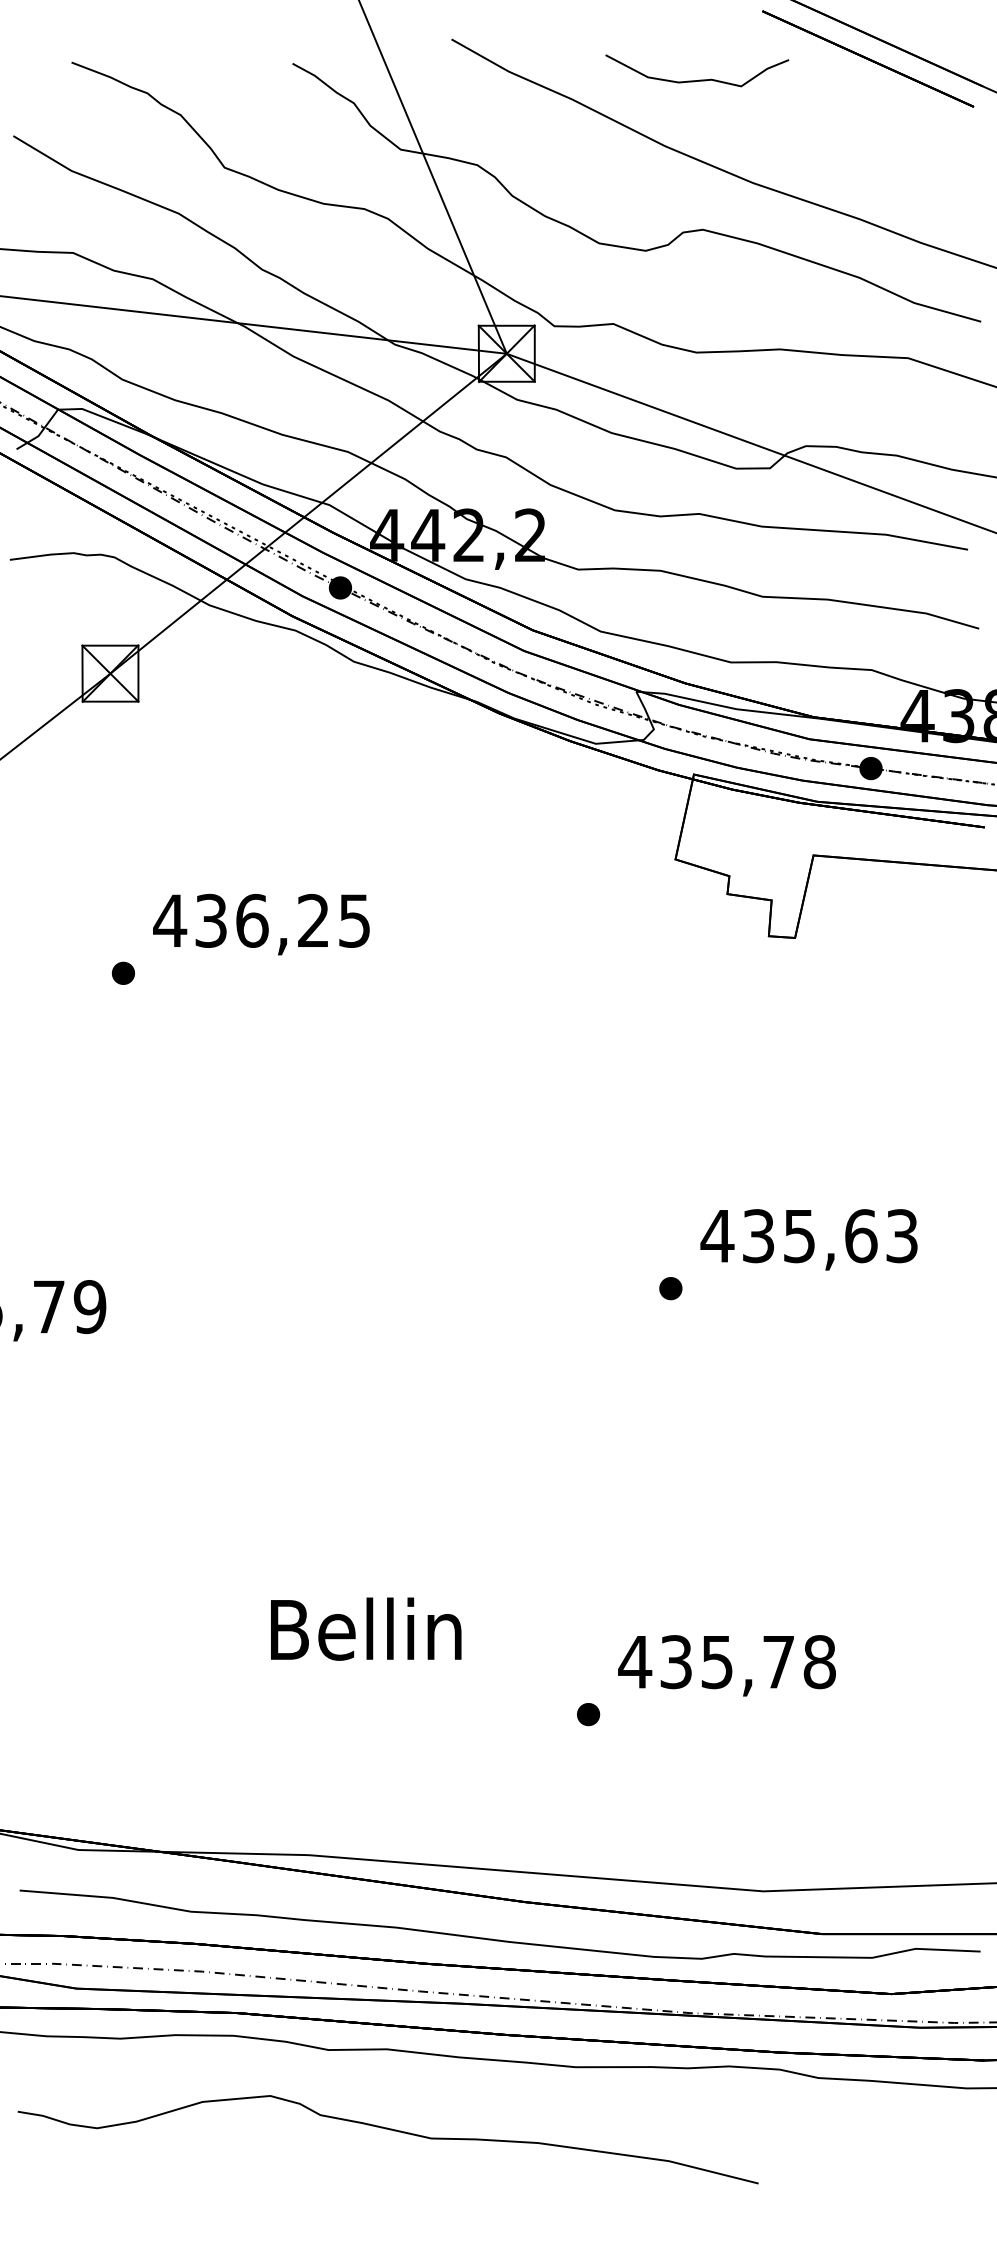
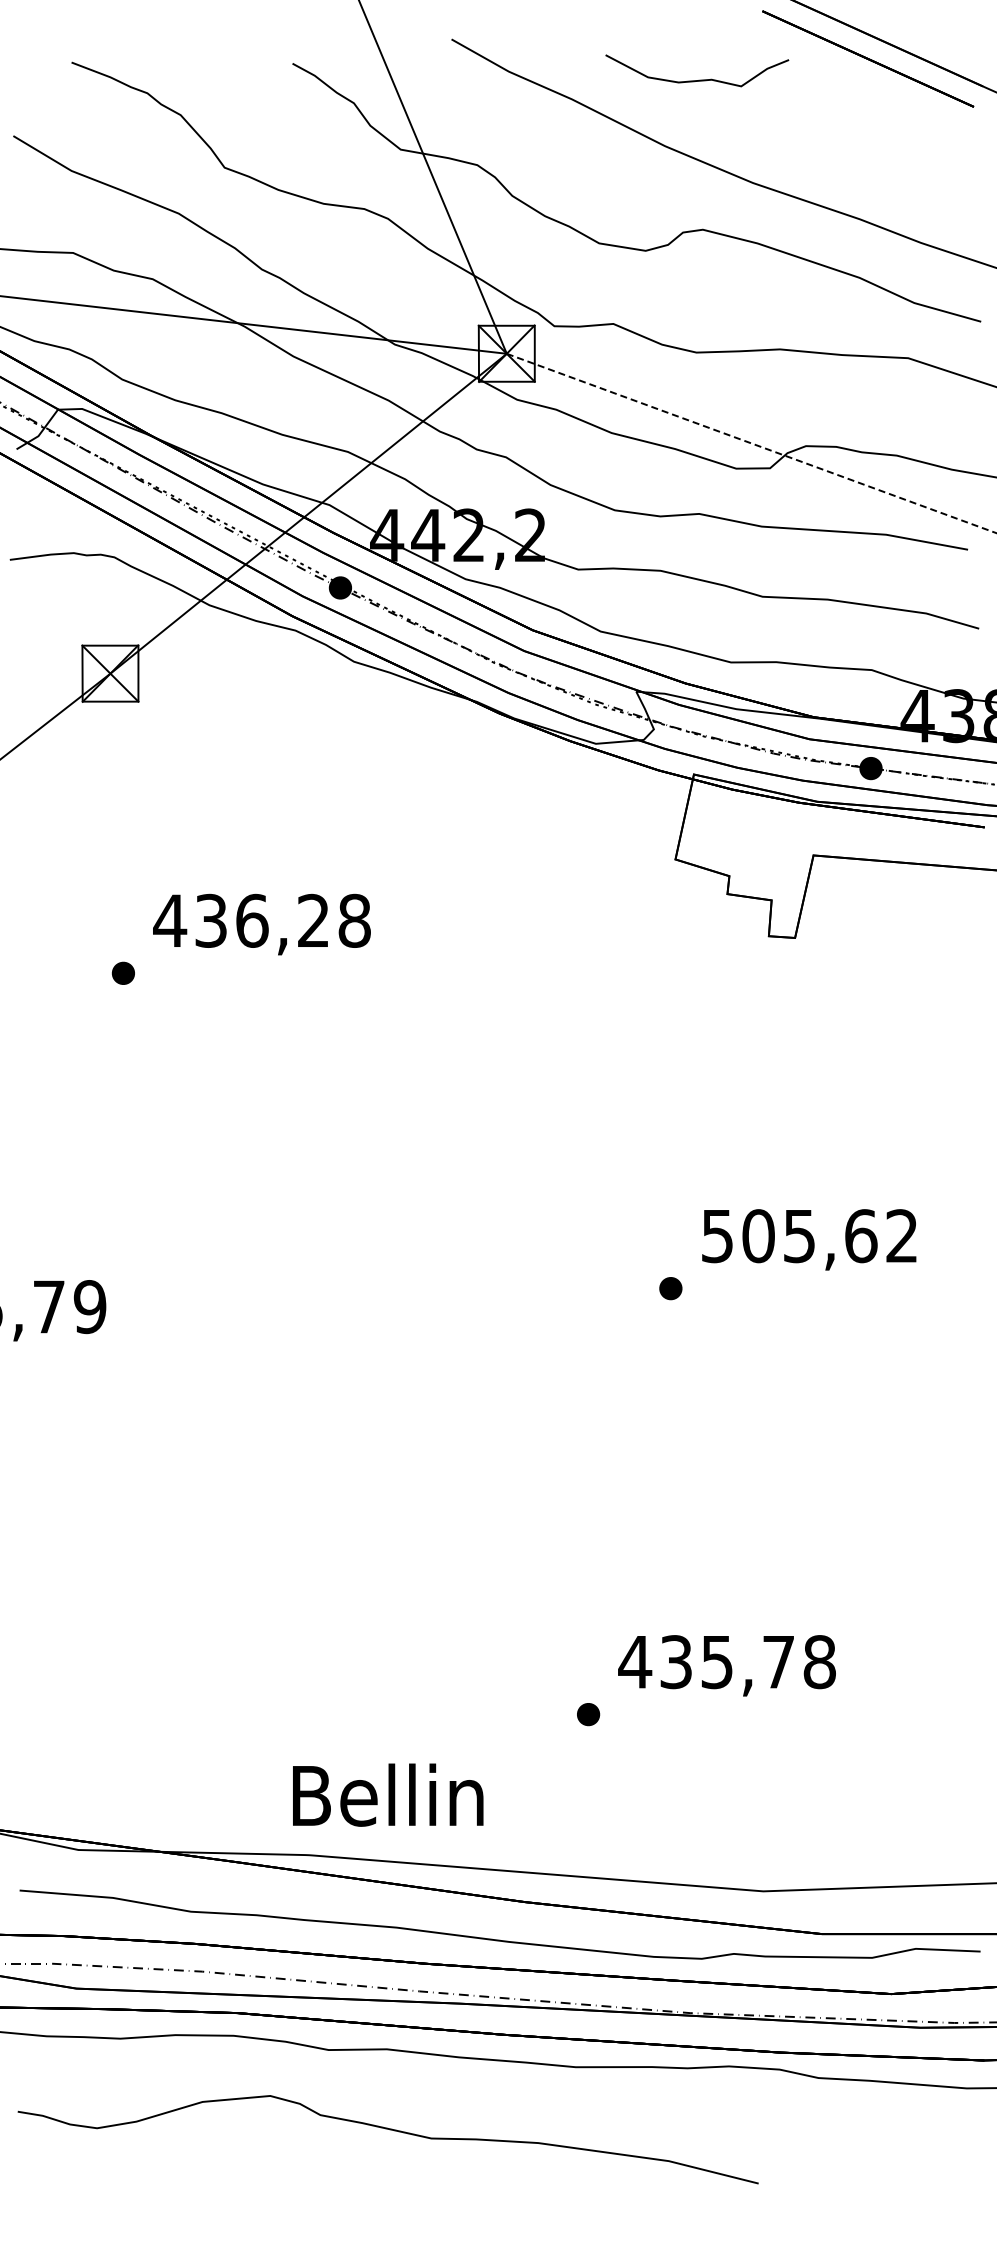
line at (751, 443): solid -> dashed
text at (354, 920): 436,25 -> 436,28
text at (808, 1236): 435,63 -> 505,62
text at (366, 1628) position: (366, 1628) -> (388, 1794)
